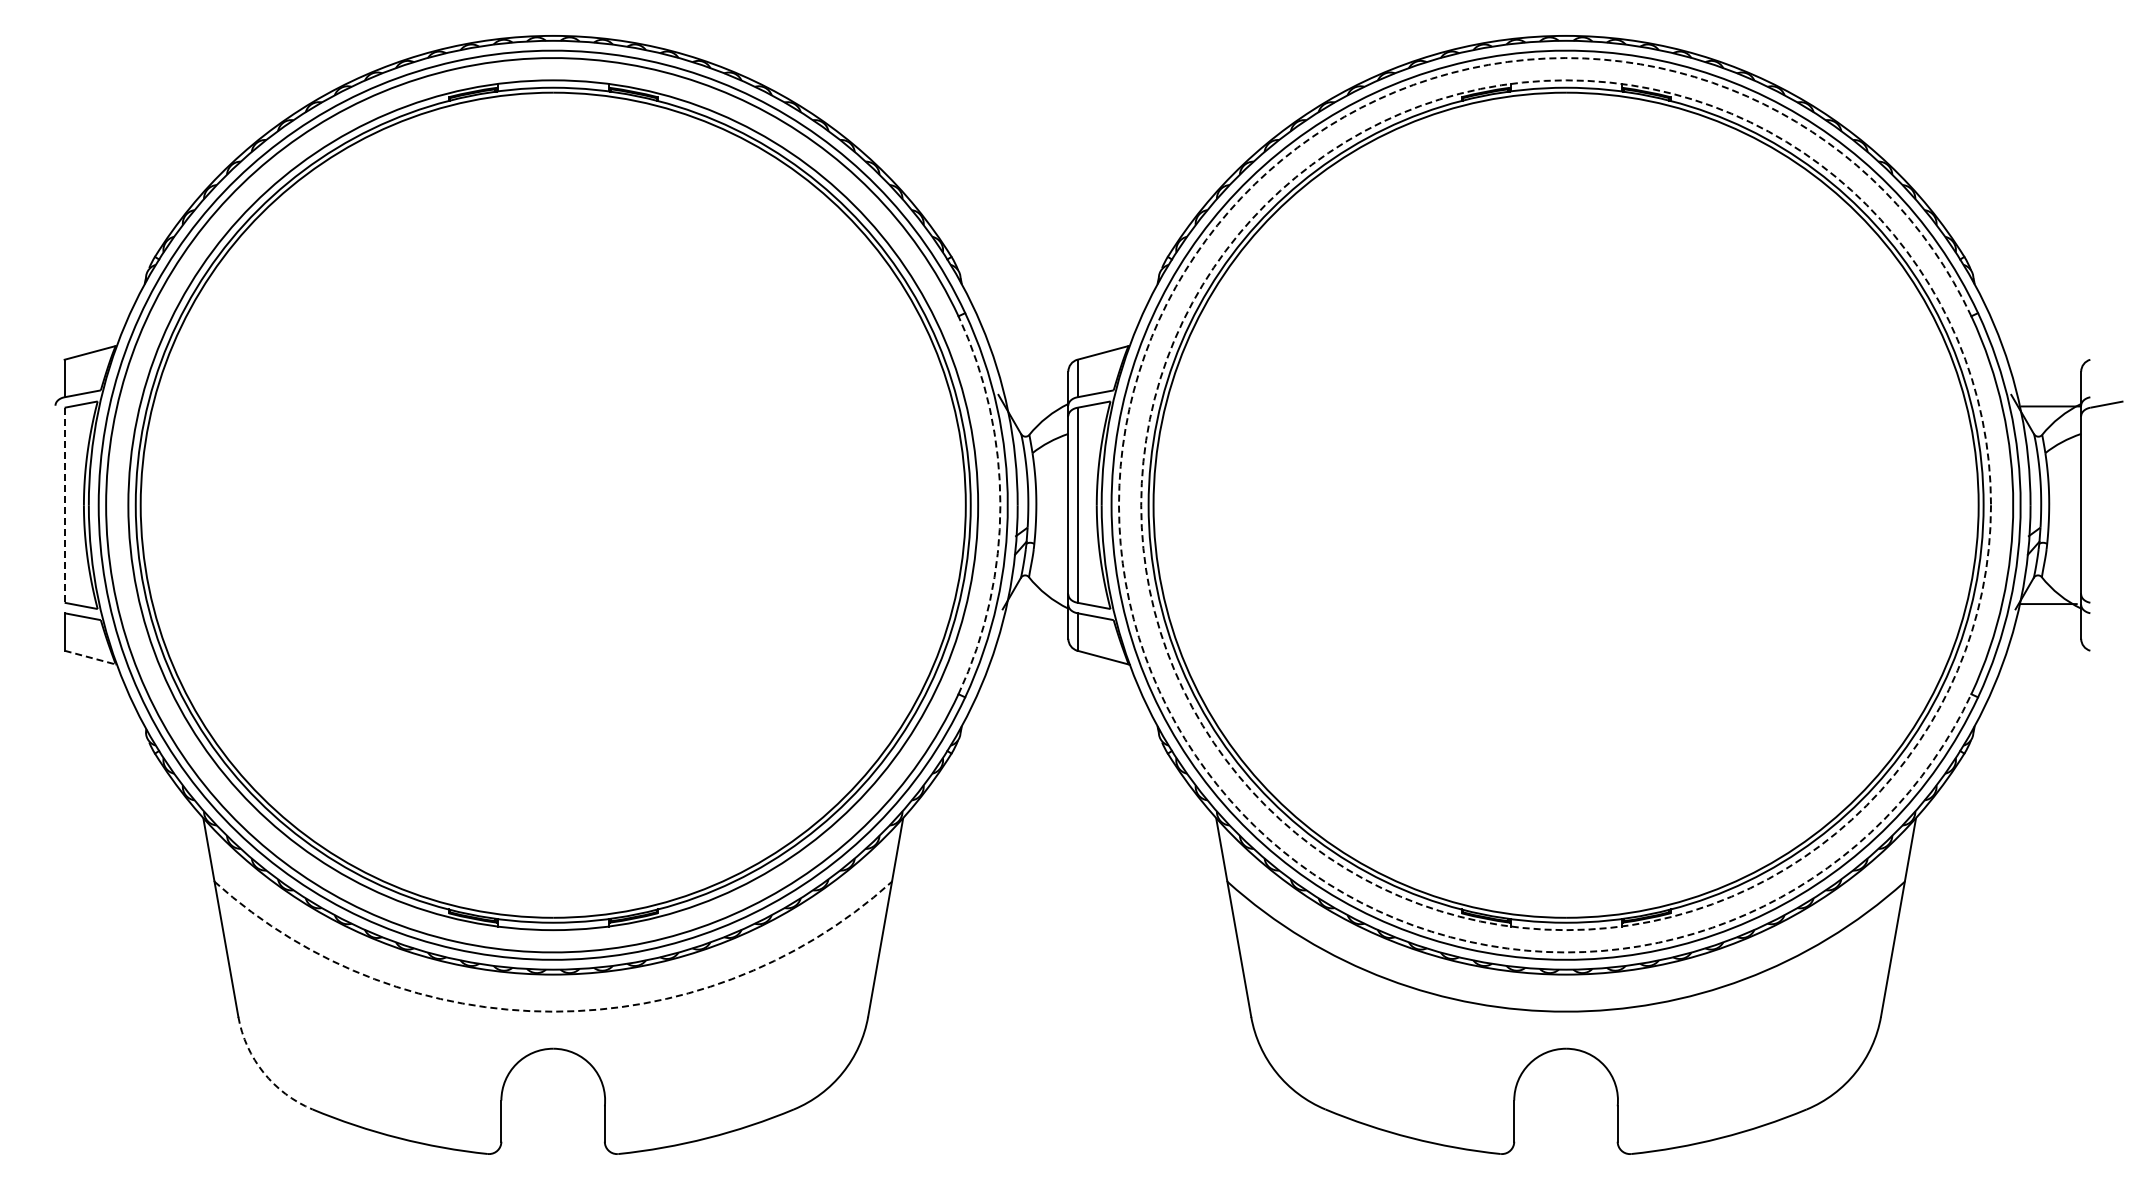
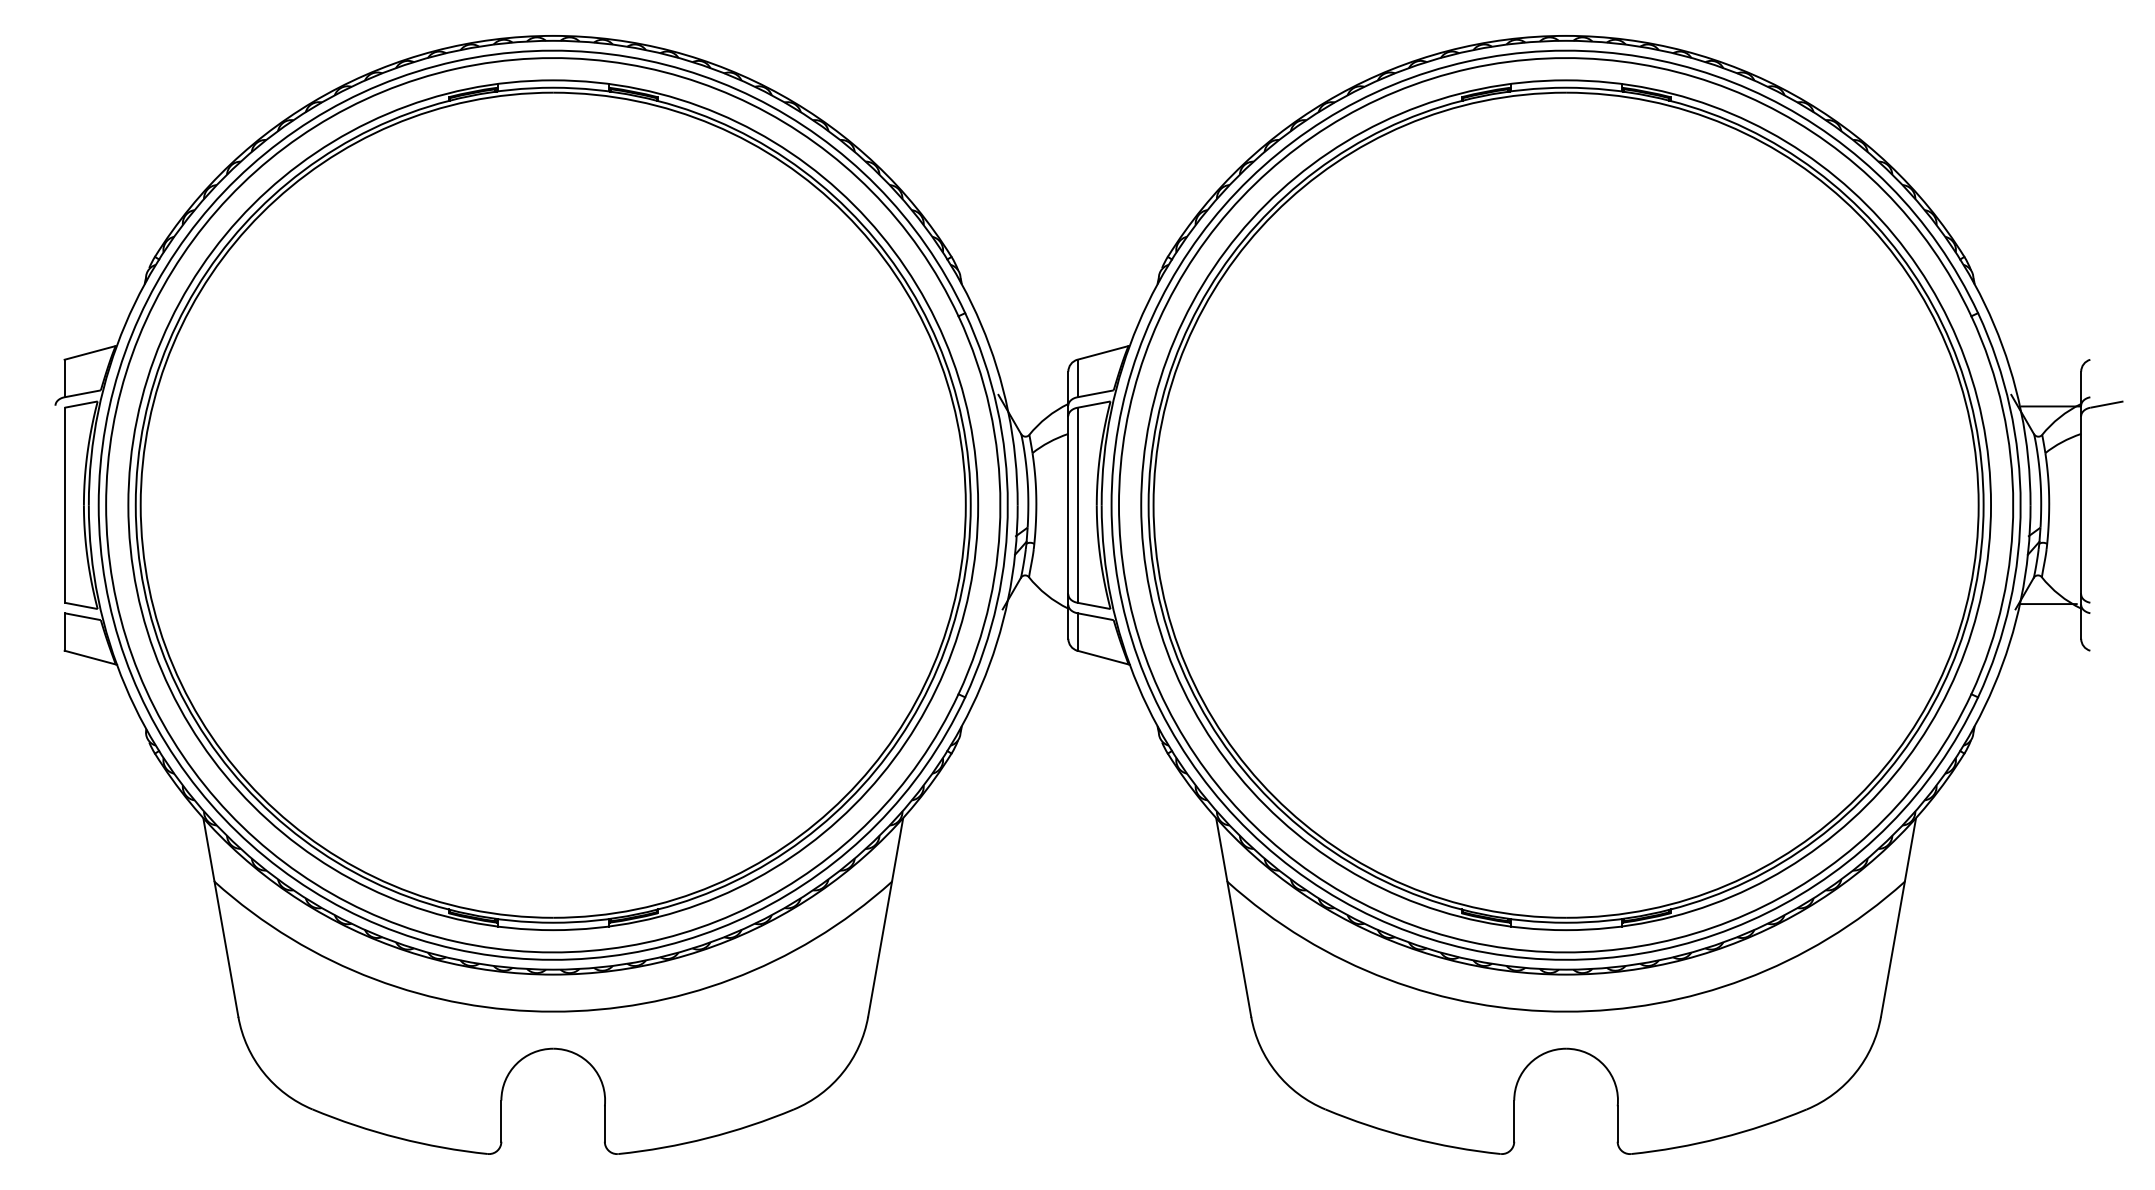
line at (64, 505): dashed -> solid
arc at (1000, 505): dashed -> solid
arc at (1118, 505): dashed -> solid
circle at (1566, 505): dashed -> solid
line at (91, 657): dashed -> solid
arc at (553, 1011): dashed -> solid
arc at (263, 1072): dashed -> solid
